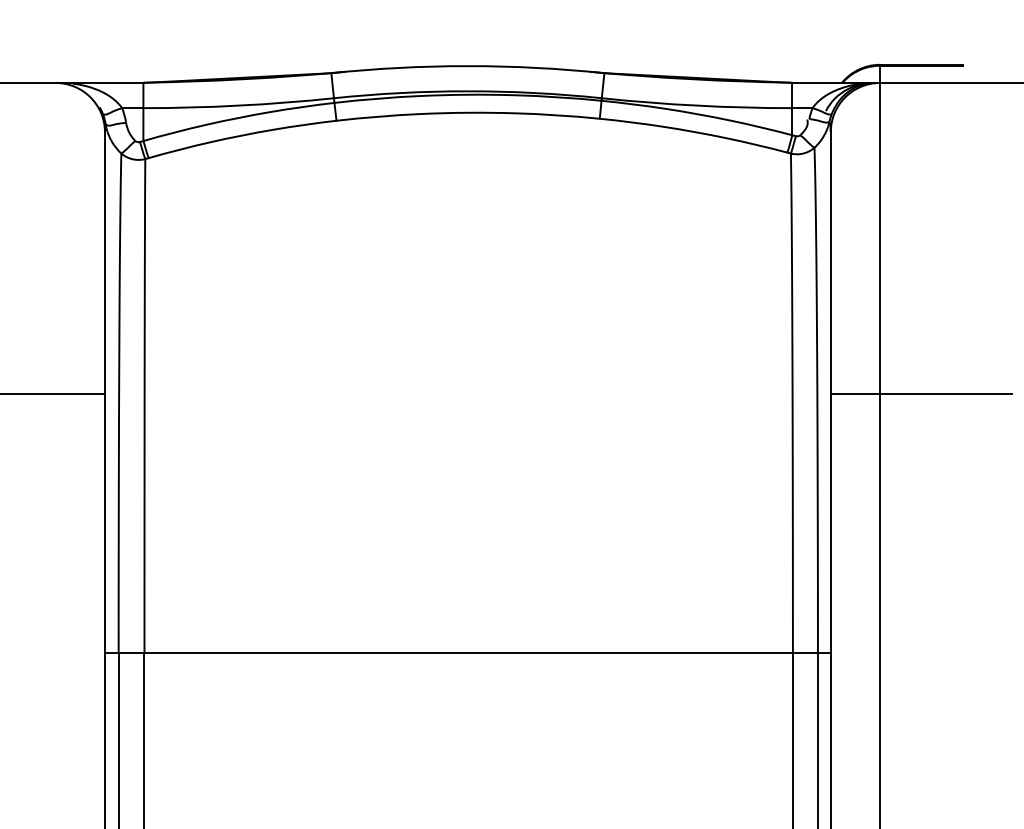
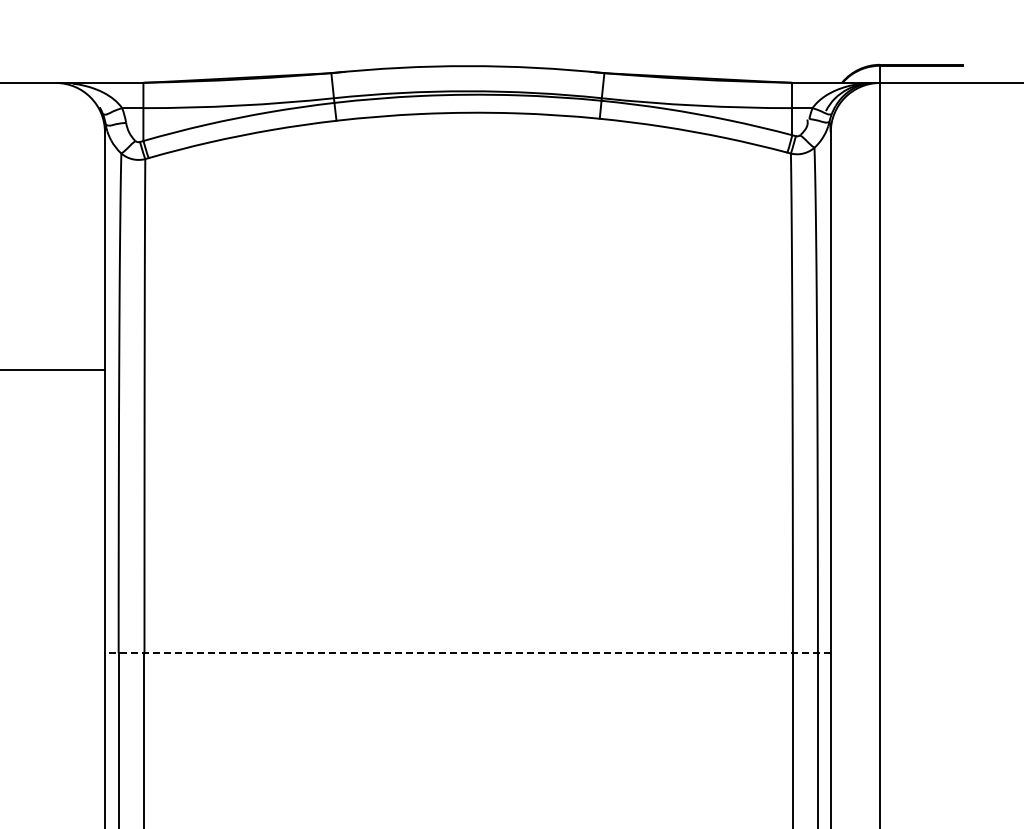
line at (53, 394) position: (53, 394) -> (53, 370)
line at (921, 394): present -> none
line at (467, 653): solid -> dashed
